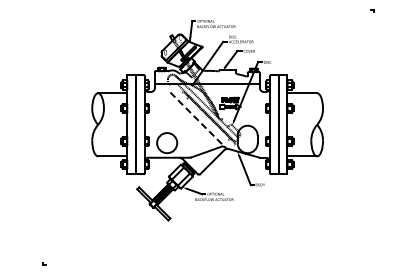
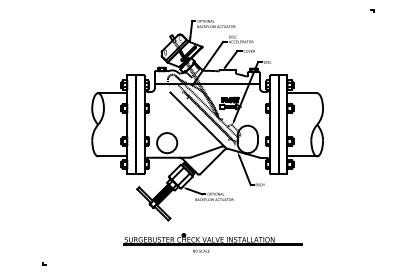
line at (198, 120): dashed -> solid
part at (212, 242): none -> present
